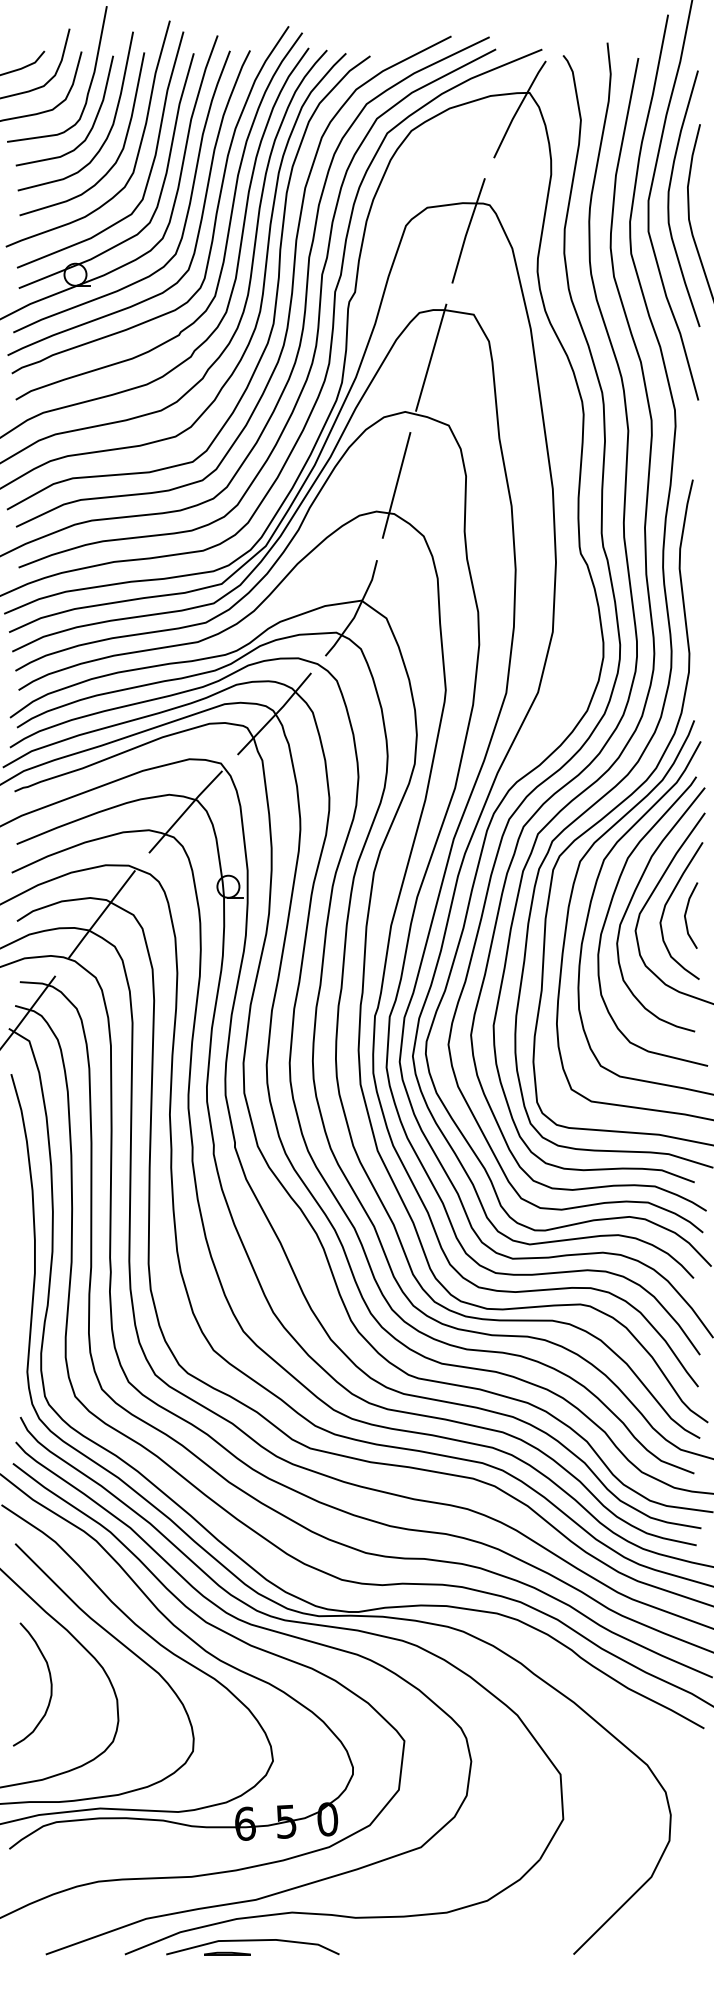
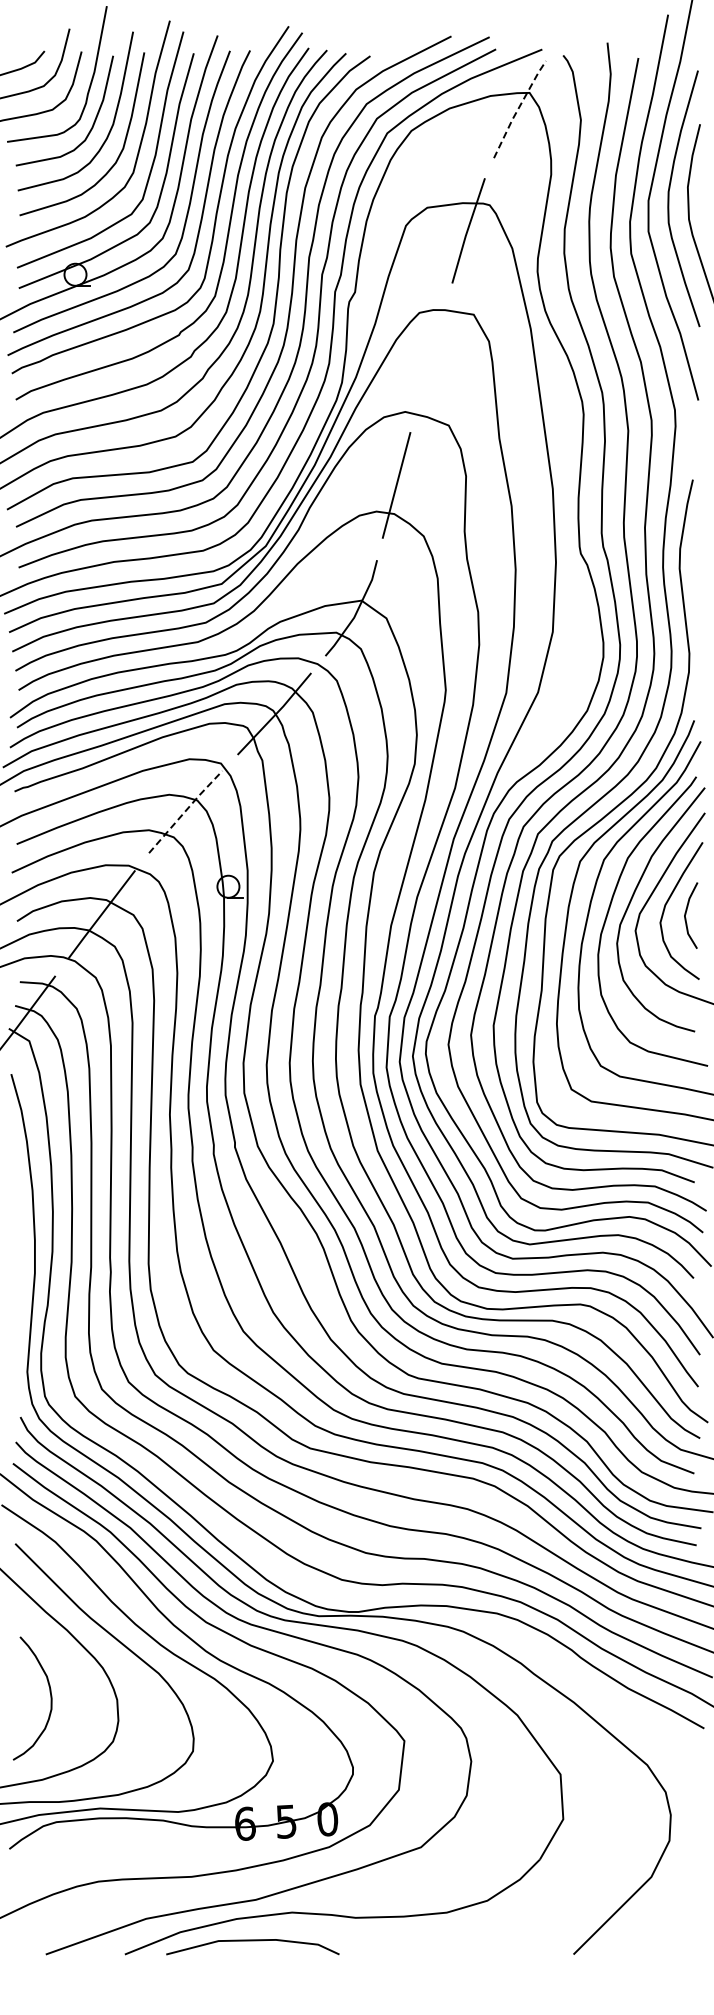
line at (518, 108): solid -> dashed
line at (431, 357): present -> none
line at (185, 811): solid -> dashed
curve at (50, 1684) position: (50, 1684) -> (50, 1698)
line at (227, 1953): present -> none
